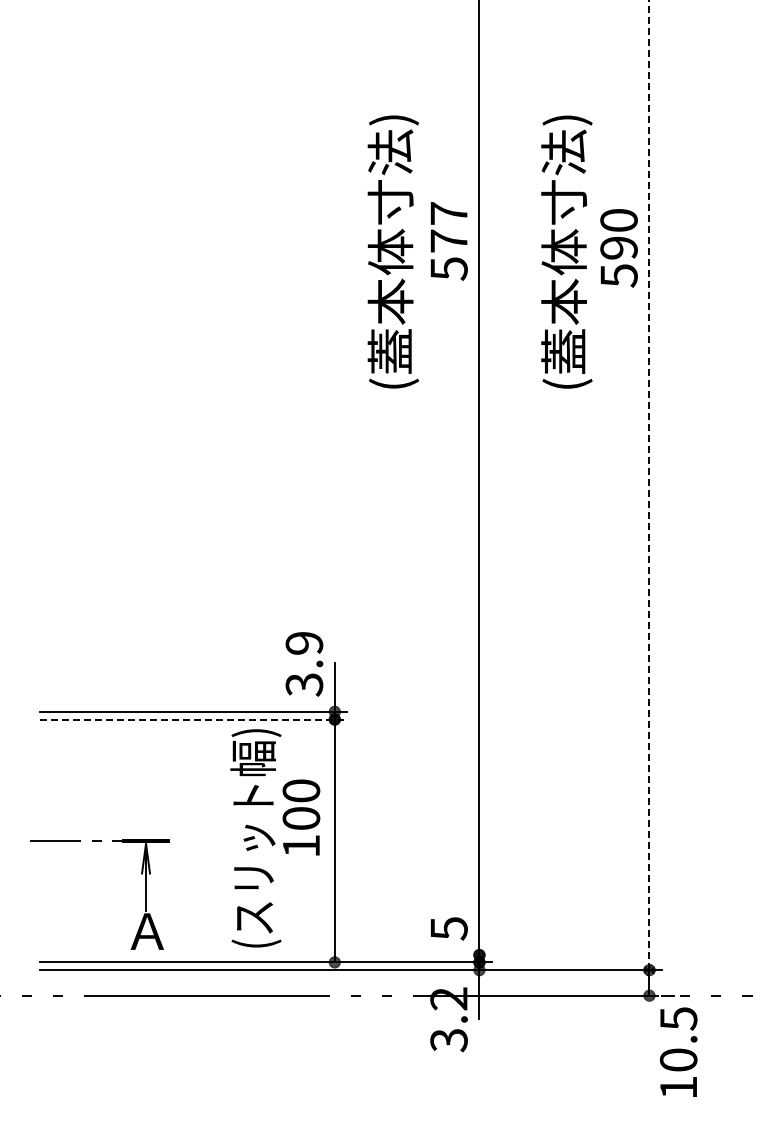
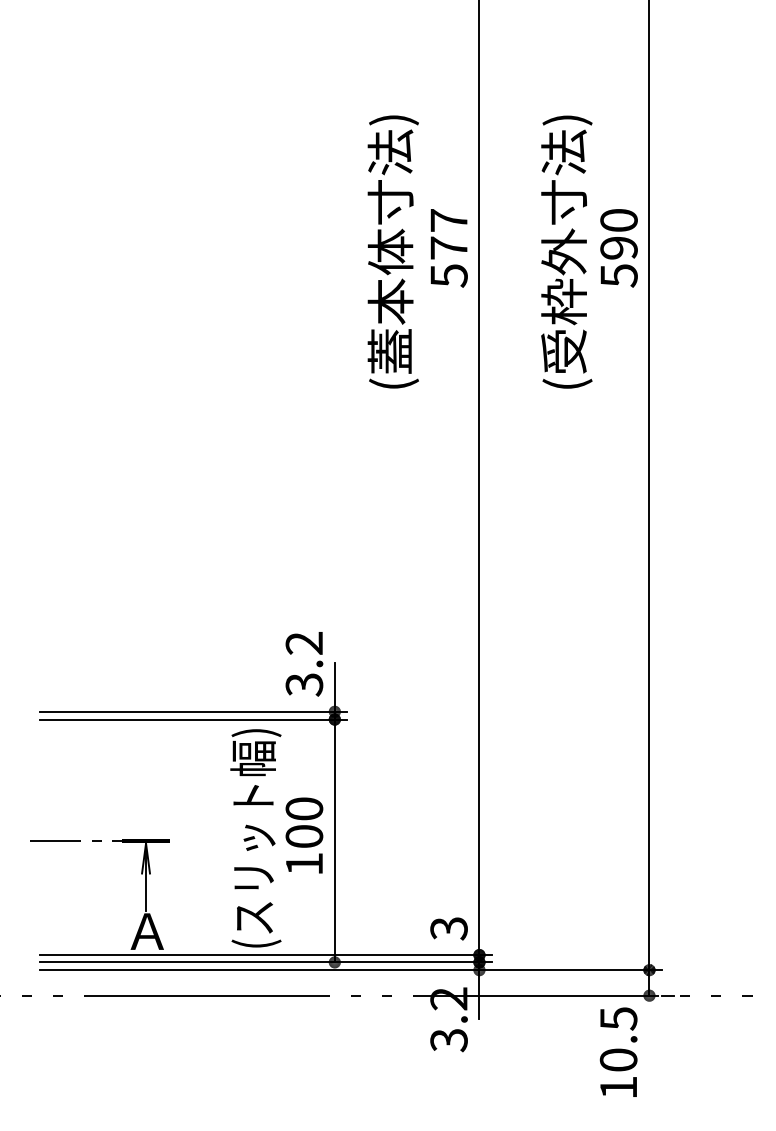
text at (448, 241) position: (448, 241) -> (448, 248)
text at (563, 300): (蓋本体寸法) -> (受枠外寸法)
line at (649, 485): dashed -> solid
text at (304, 643): 3.9 -> 3.2
line at (194, 719): dashed -> solid
text at (301, 817) position: (301, 817) -> (304, 835)
text at (448, 928): 5 -> 3
line at (265, 955): none -> present
text at (678, 1051) position: (678, 1051) -> (618, 1051)
